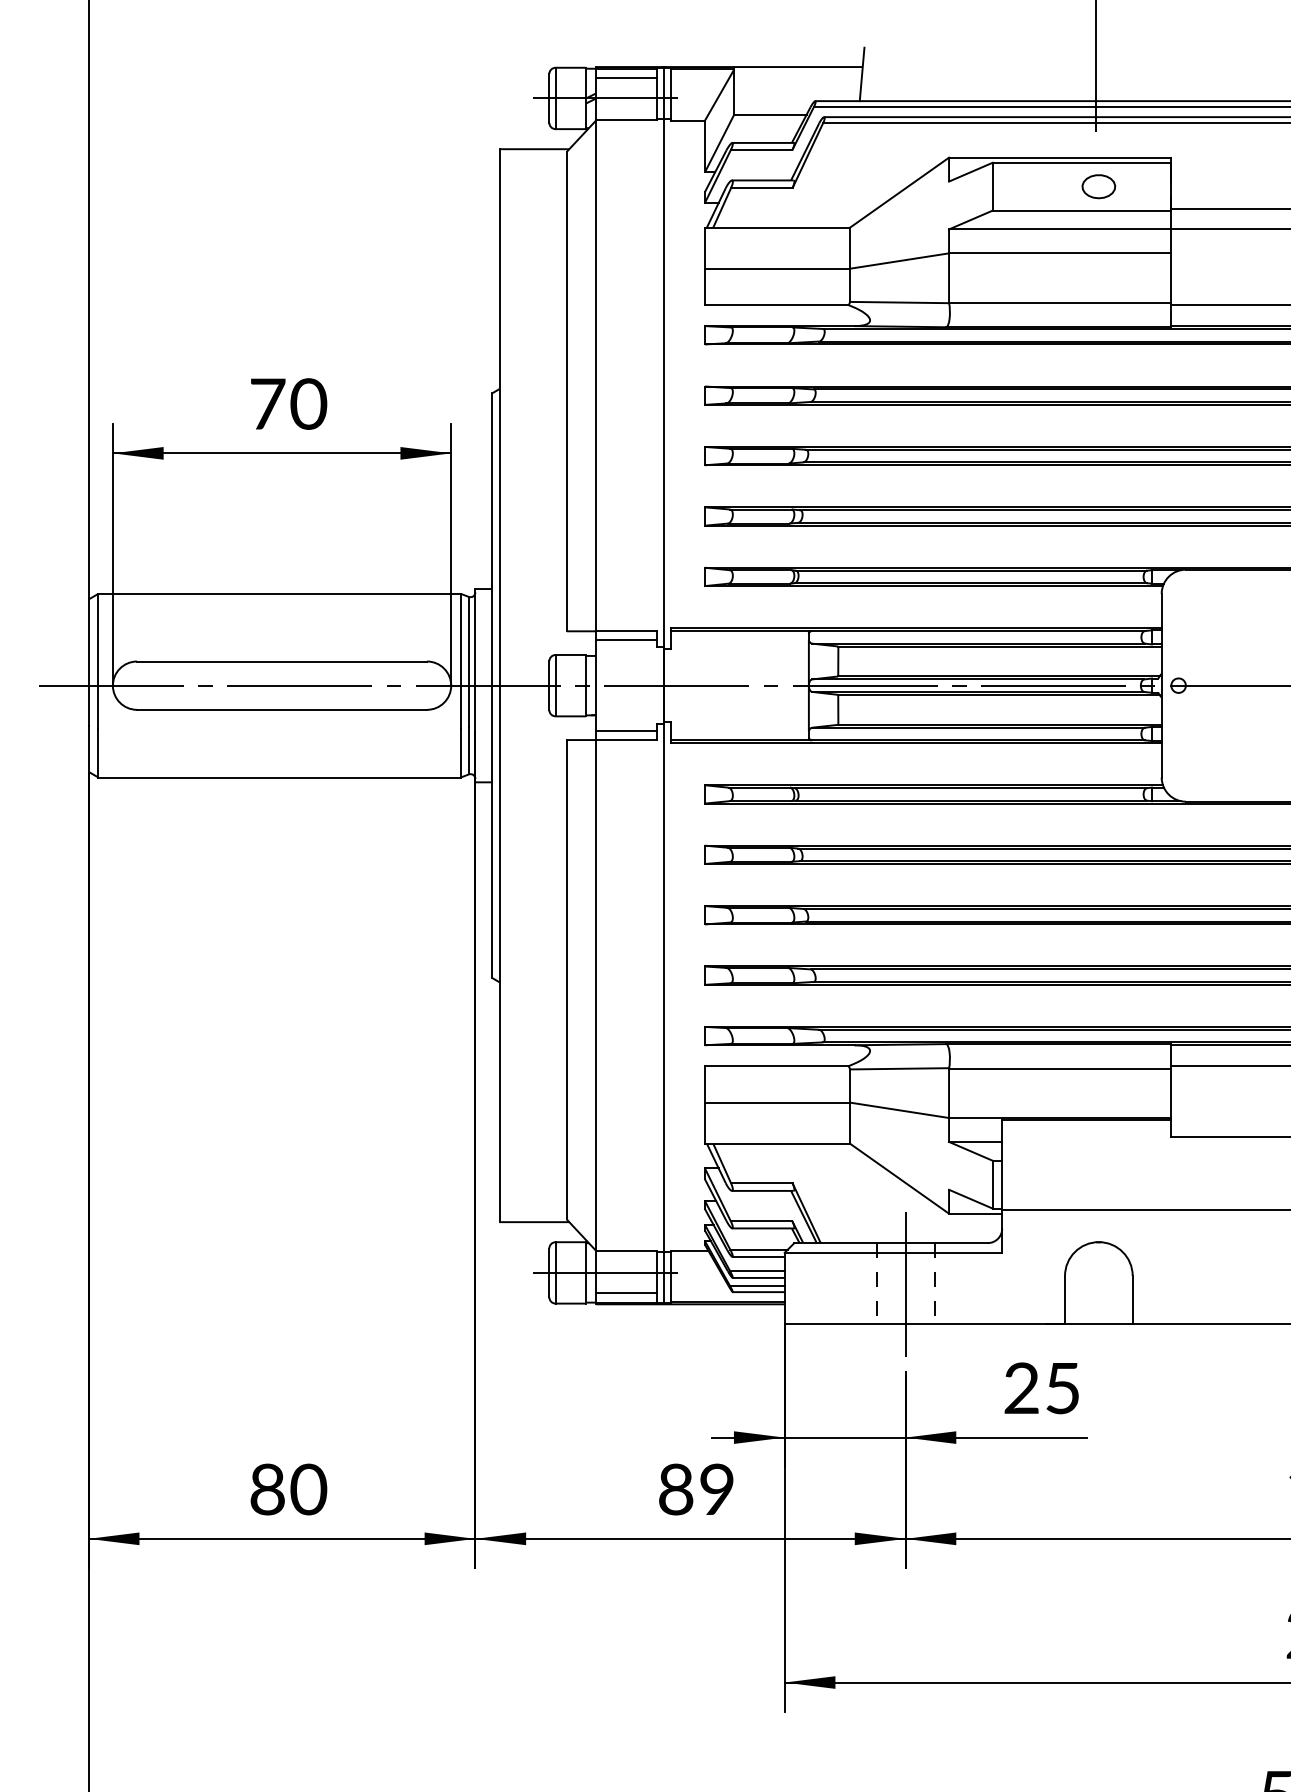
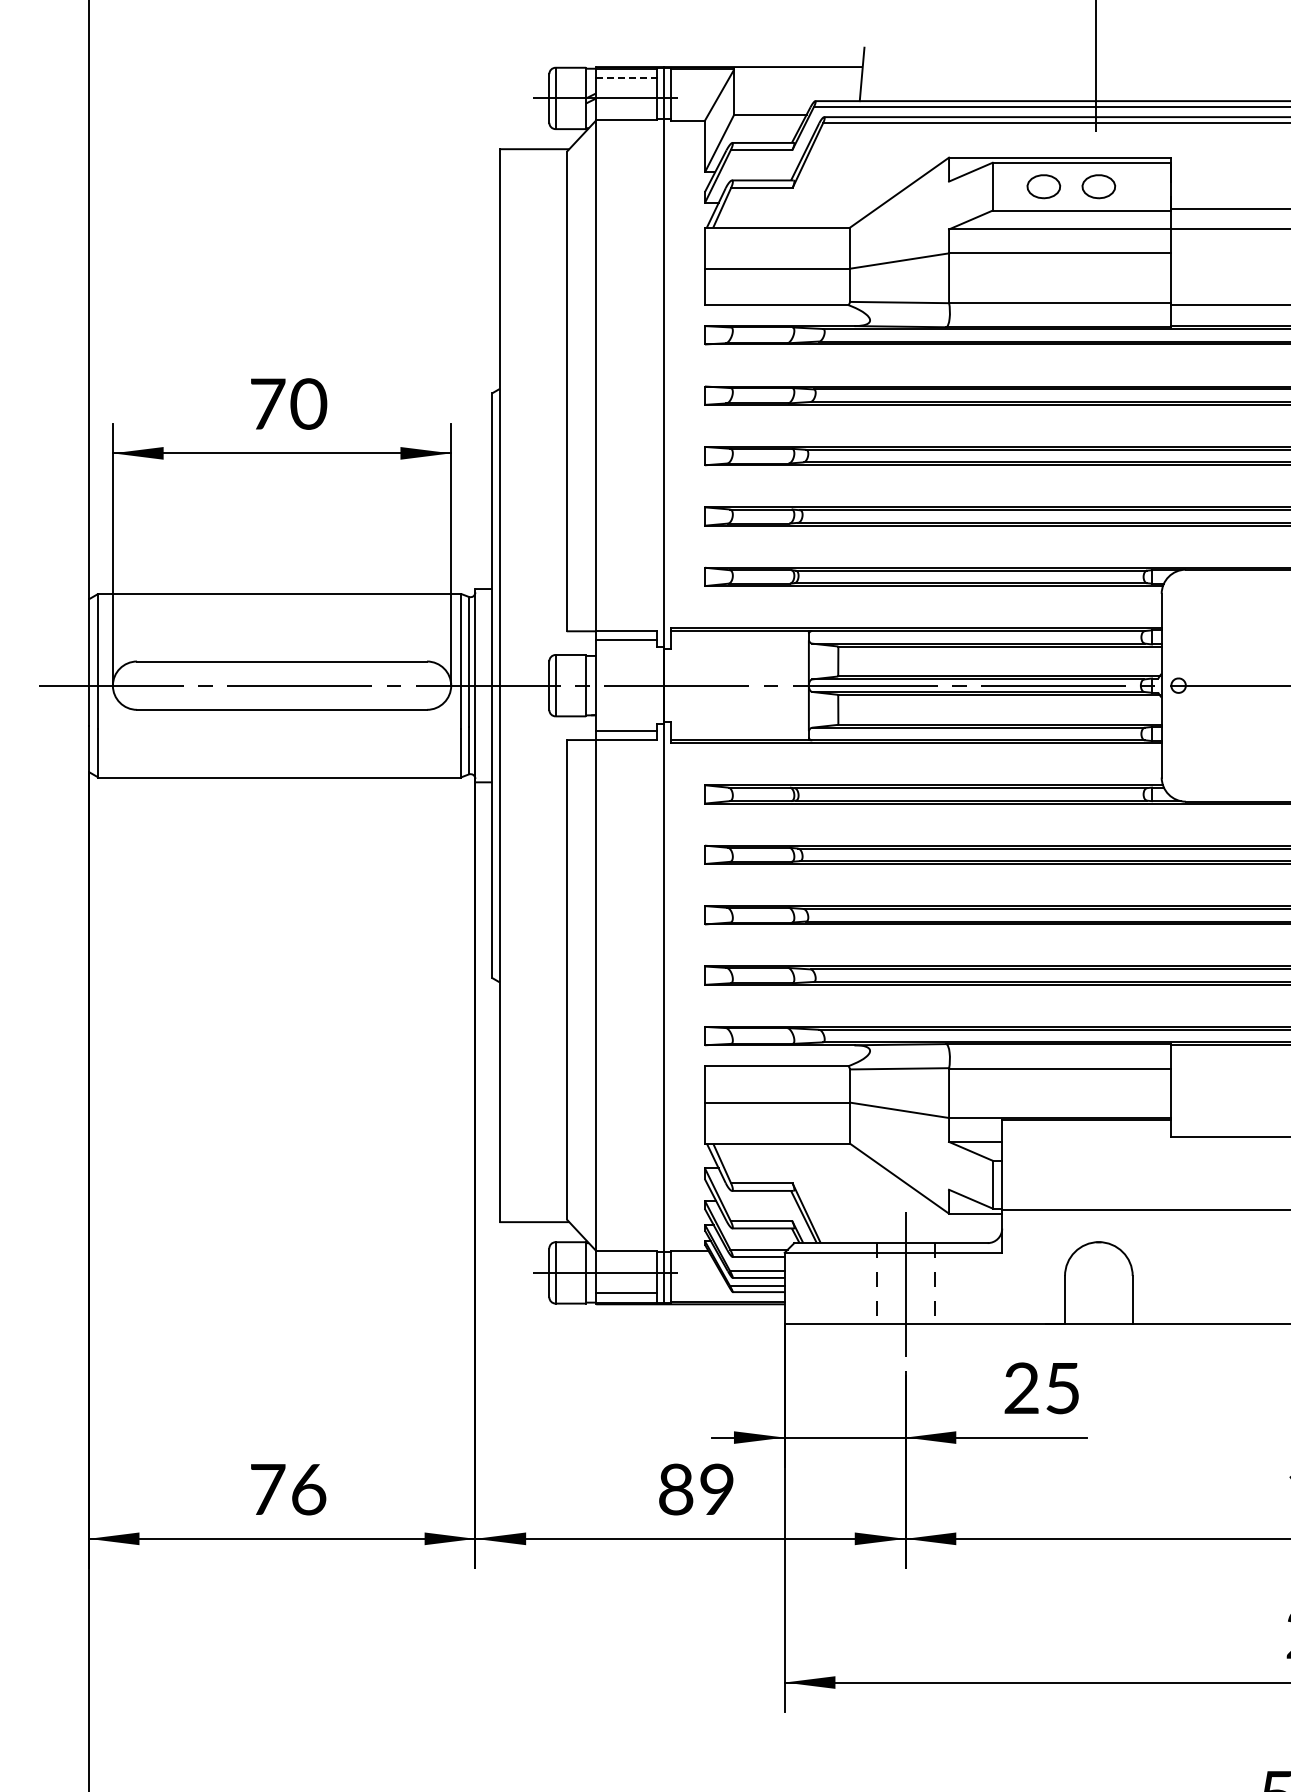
line at (626, 78): solid -> dashed
part at (1043, 186): none -> present
line at (1229, 1066): present -> none
text at (288, 1489): 80 -> 76
